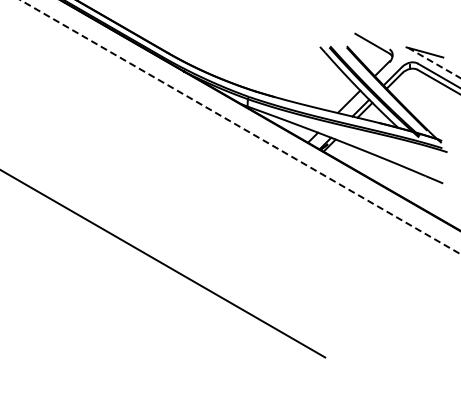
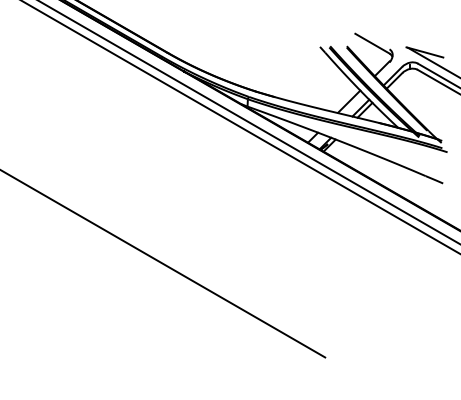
line at (434, 63): dashed -> solid
line at (248, 122): none -> present
line at (240, 127): dashed -> solid
